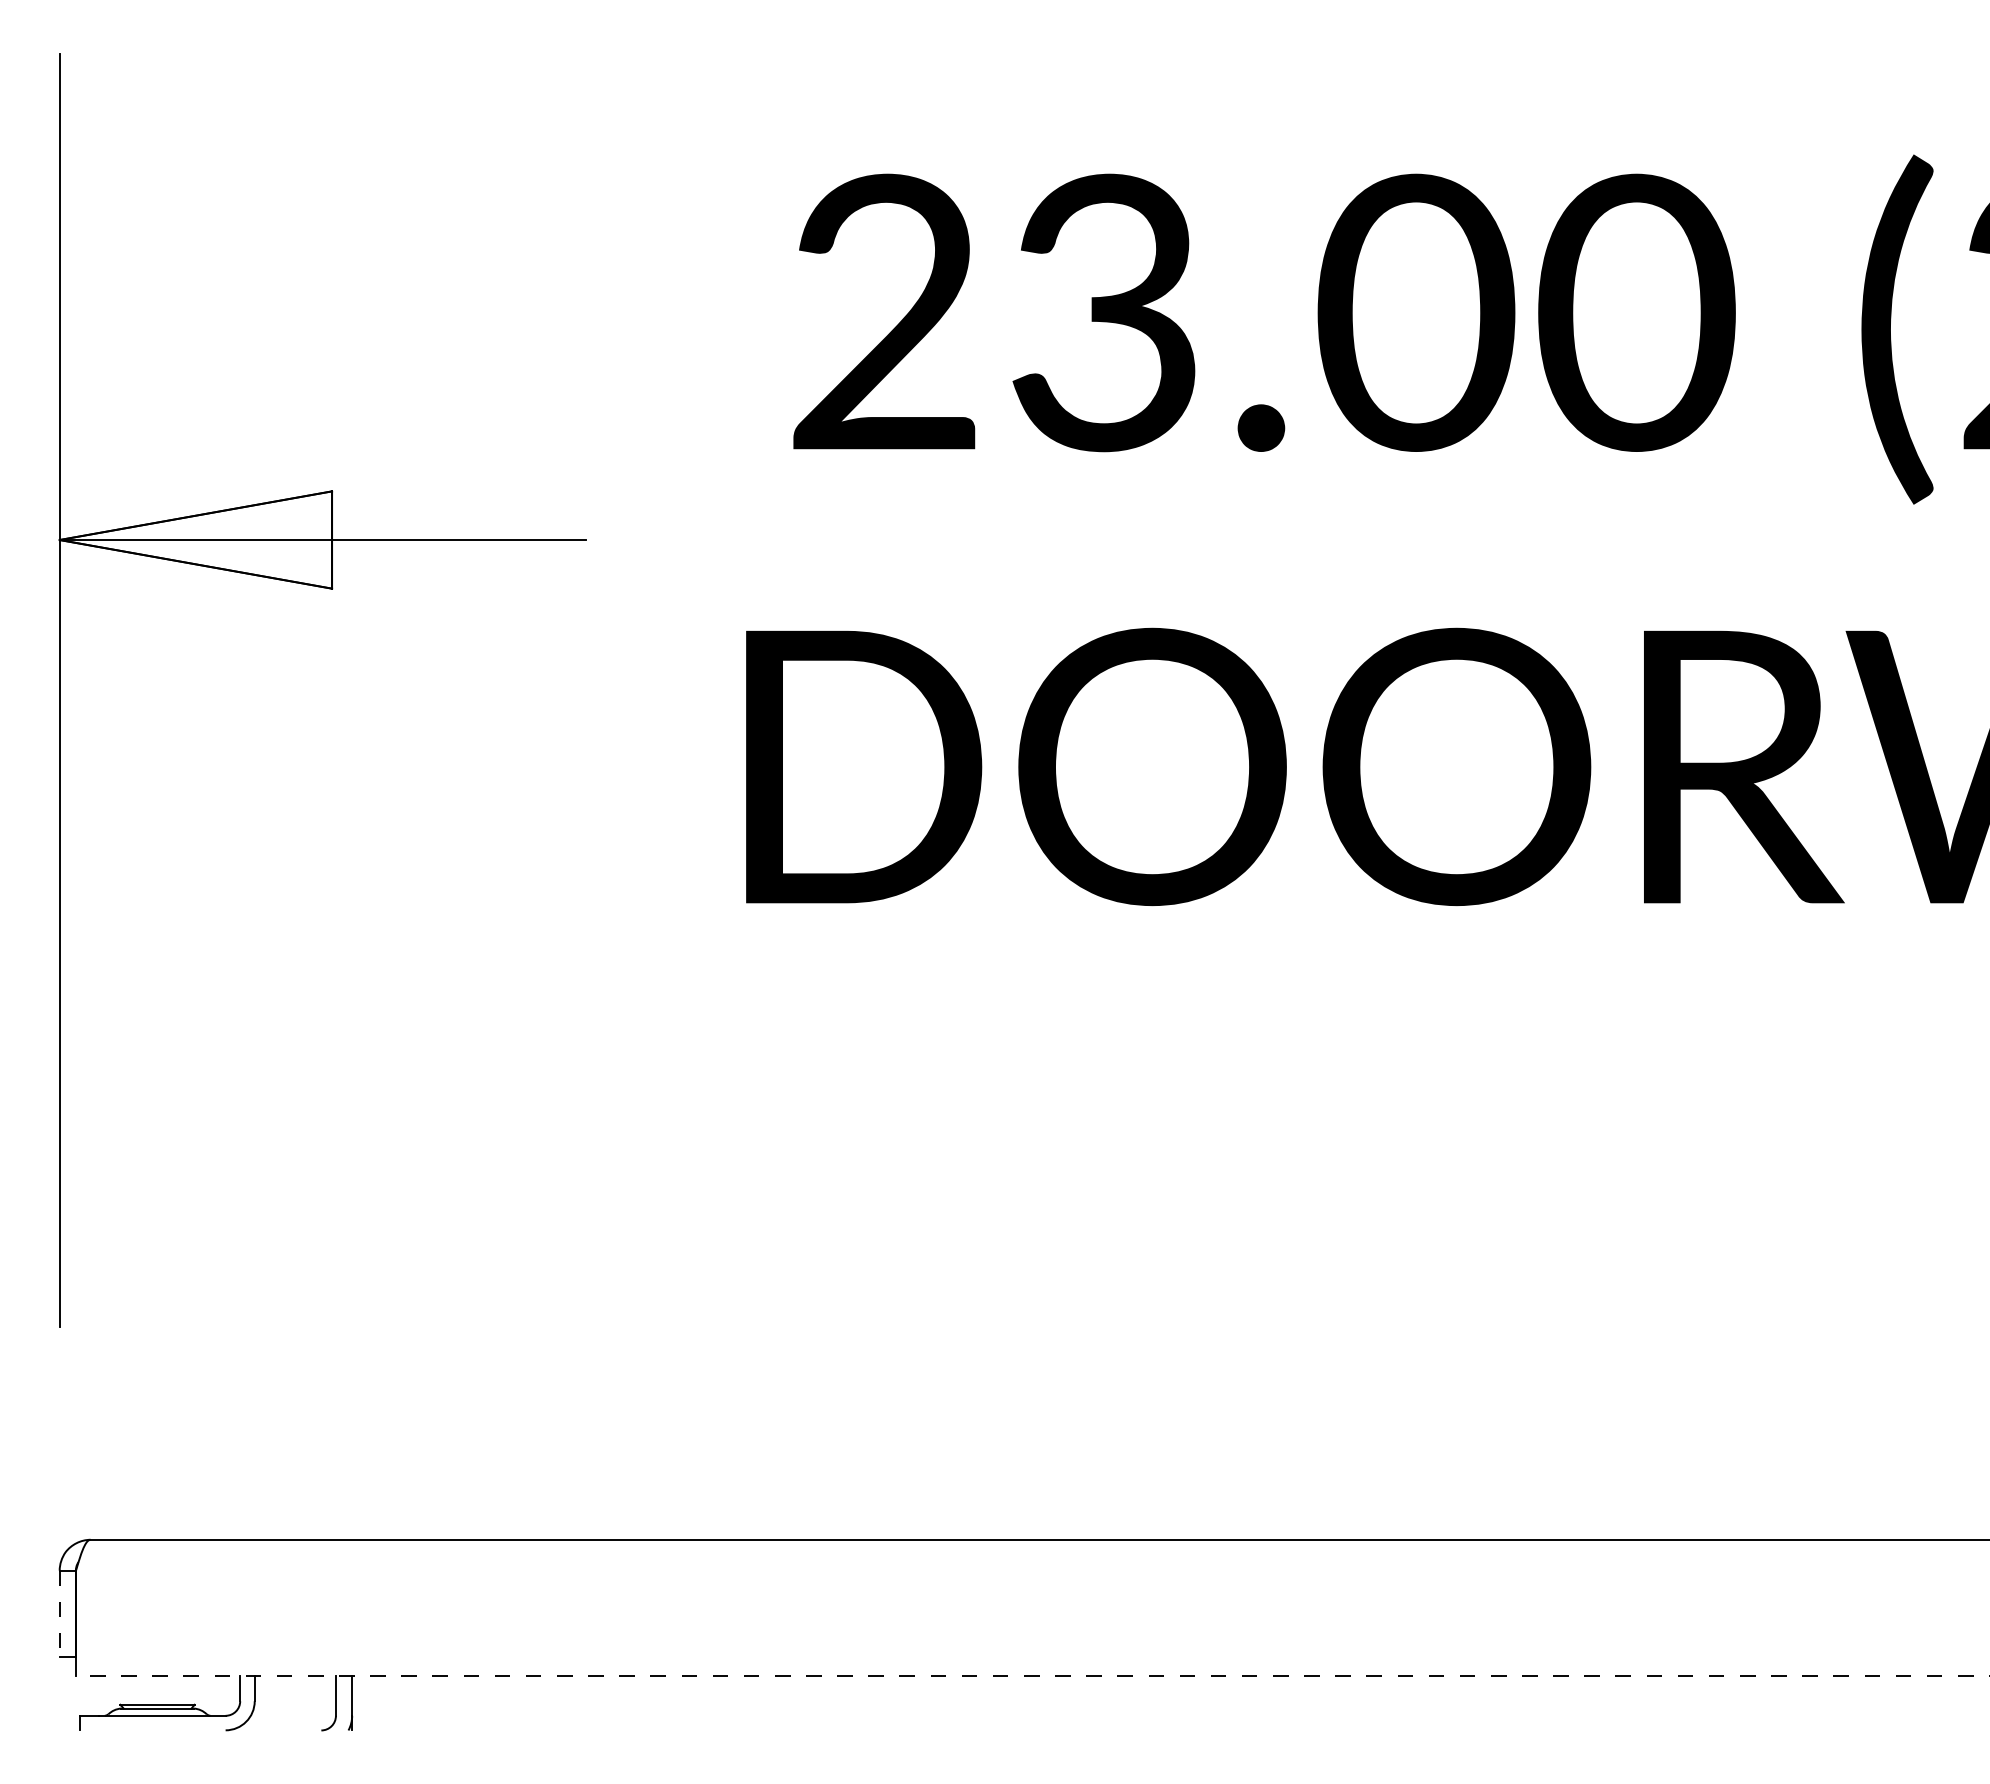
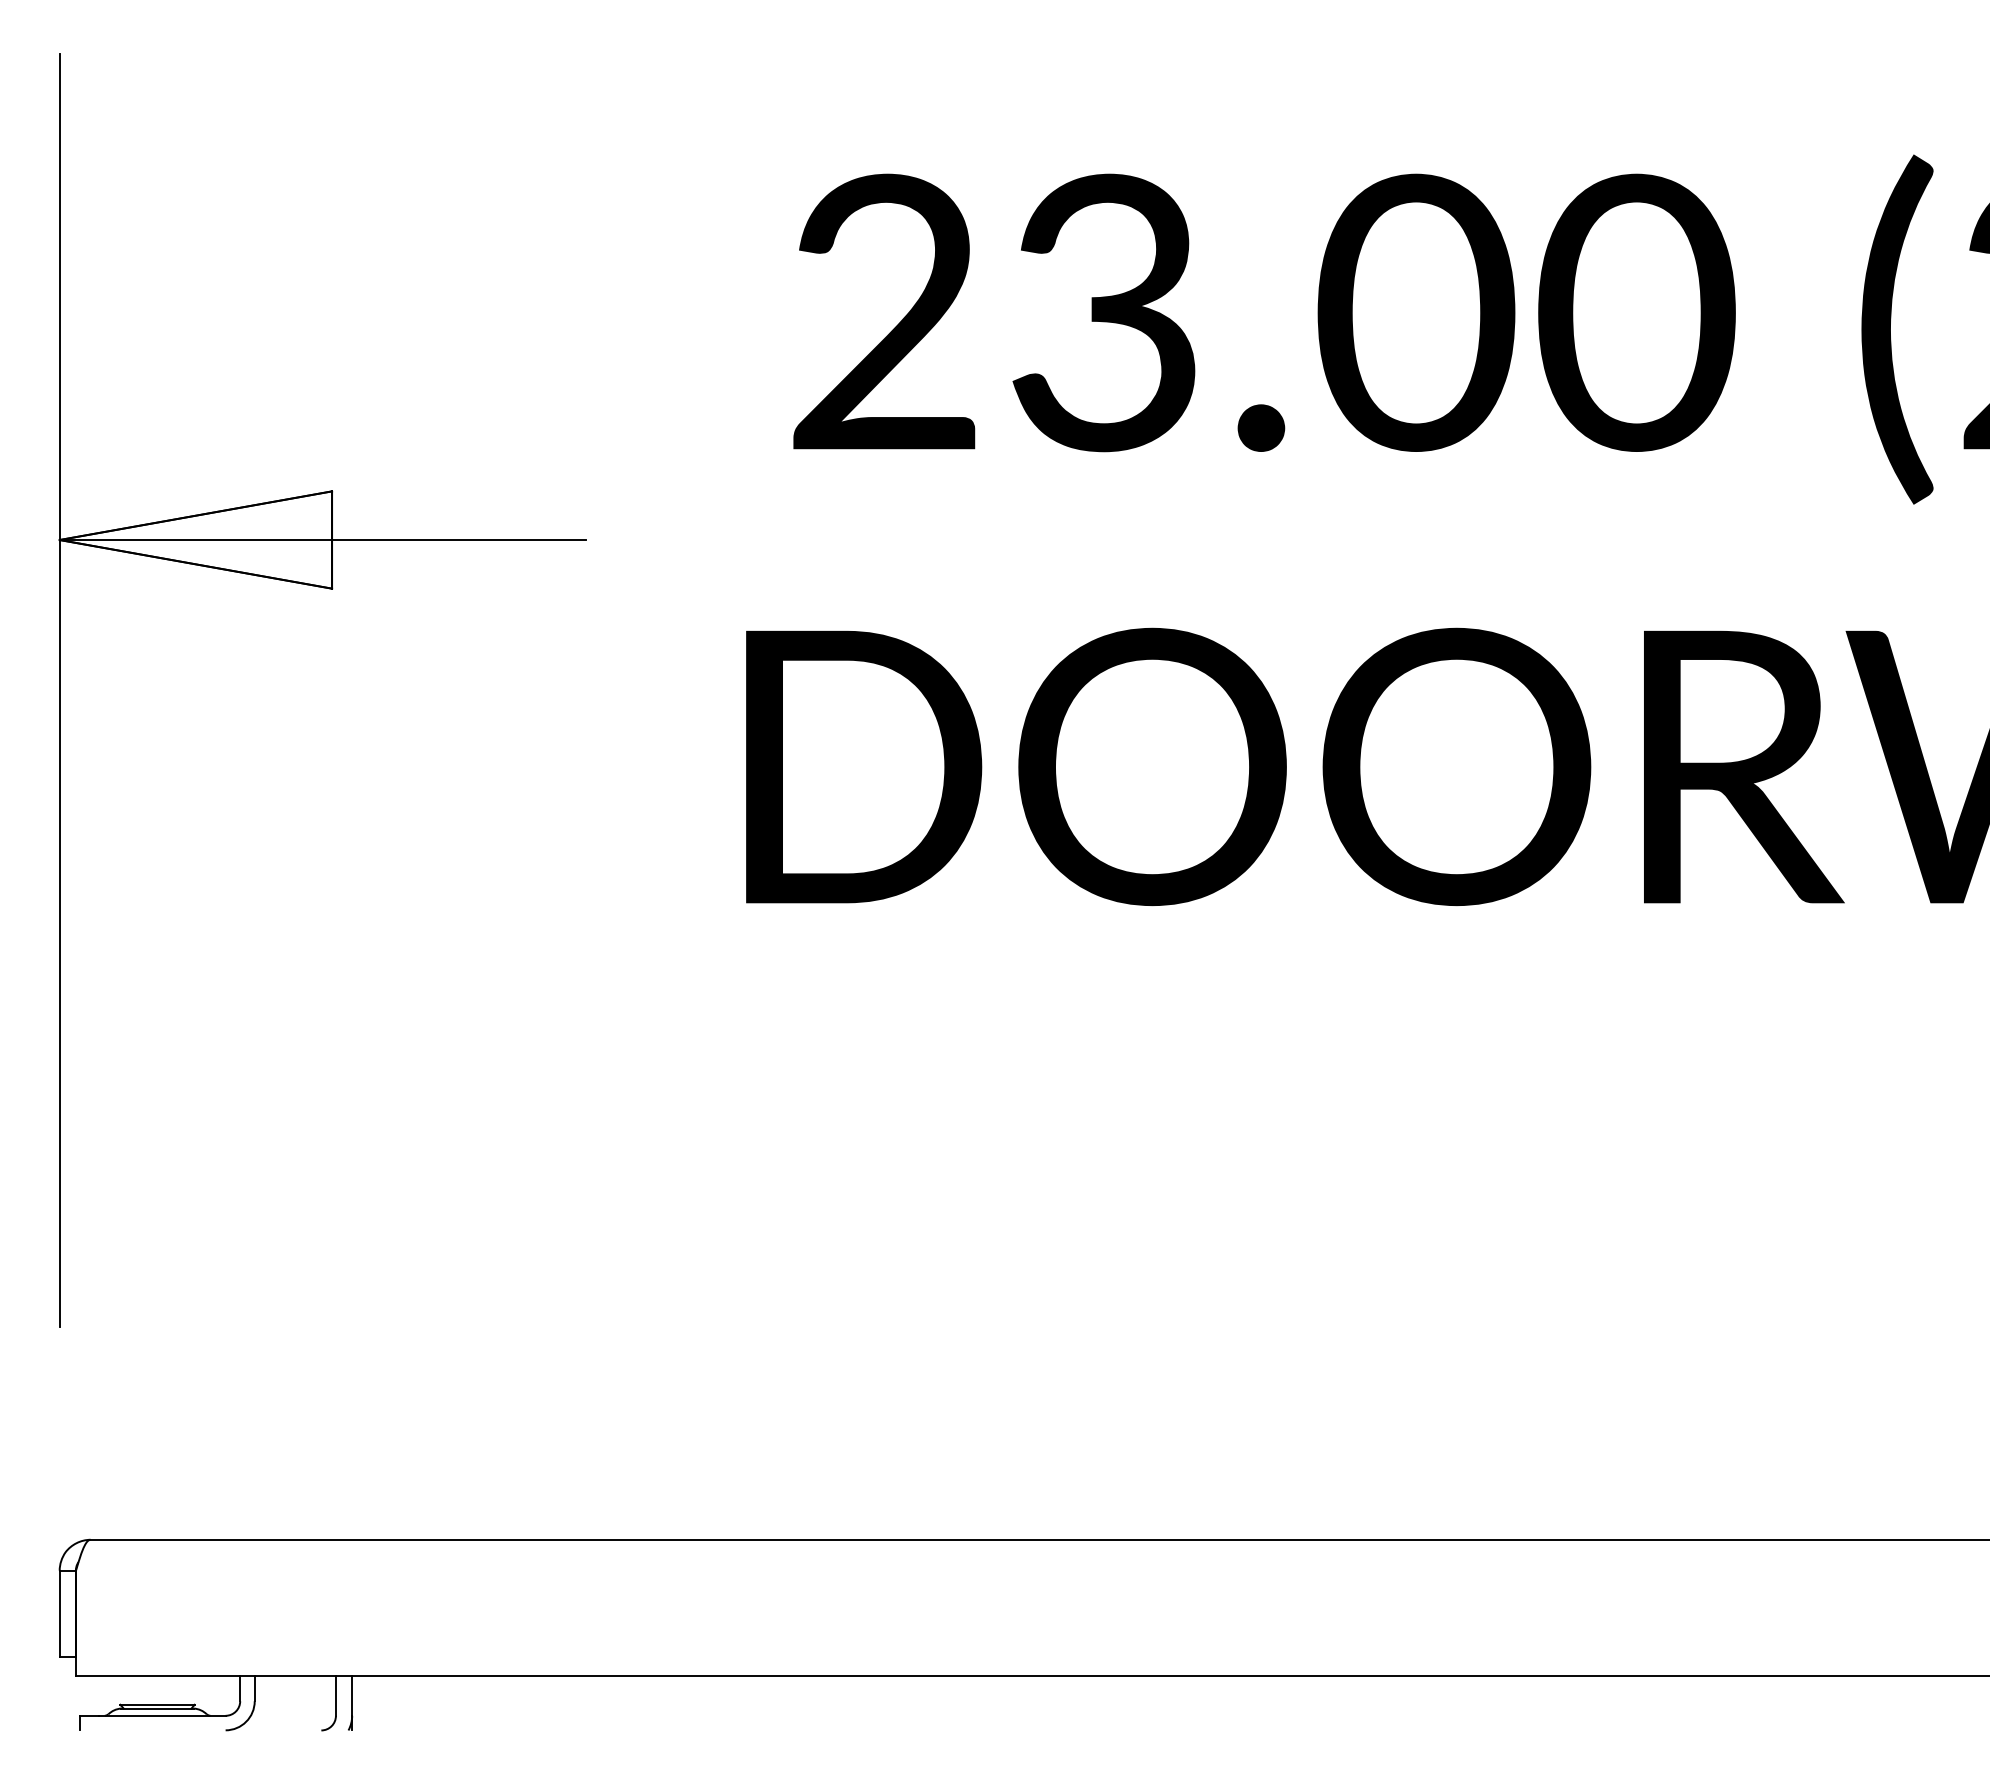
line at (59, 1613): dashed -> solid
line at (1032, 1676): dashed -> solid
